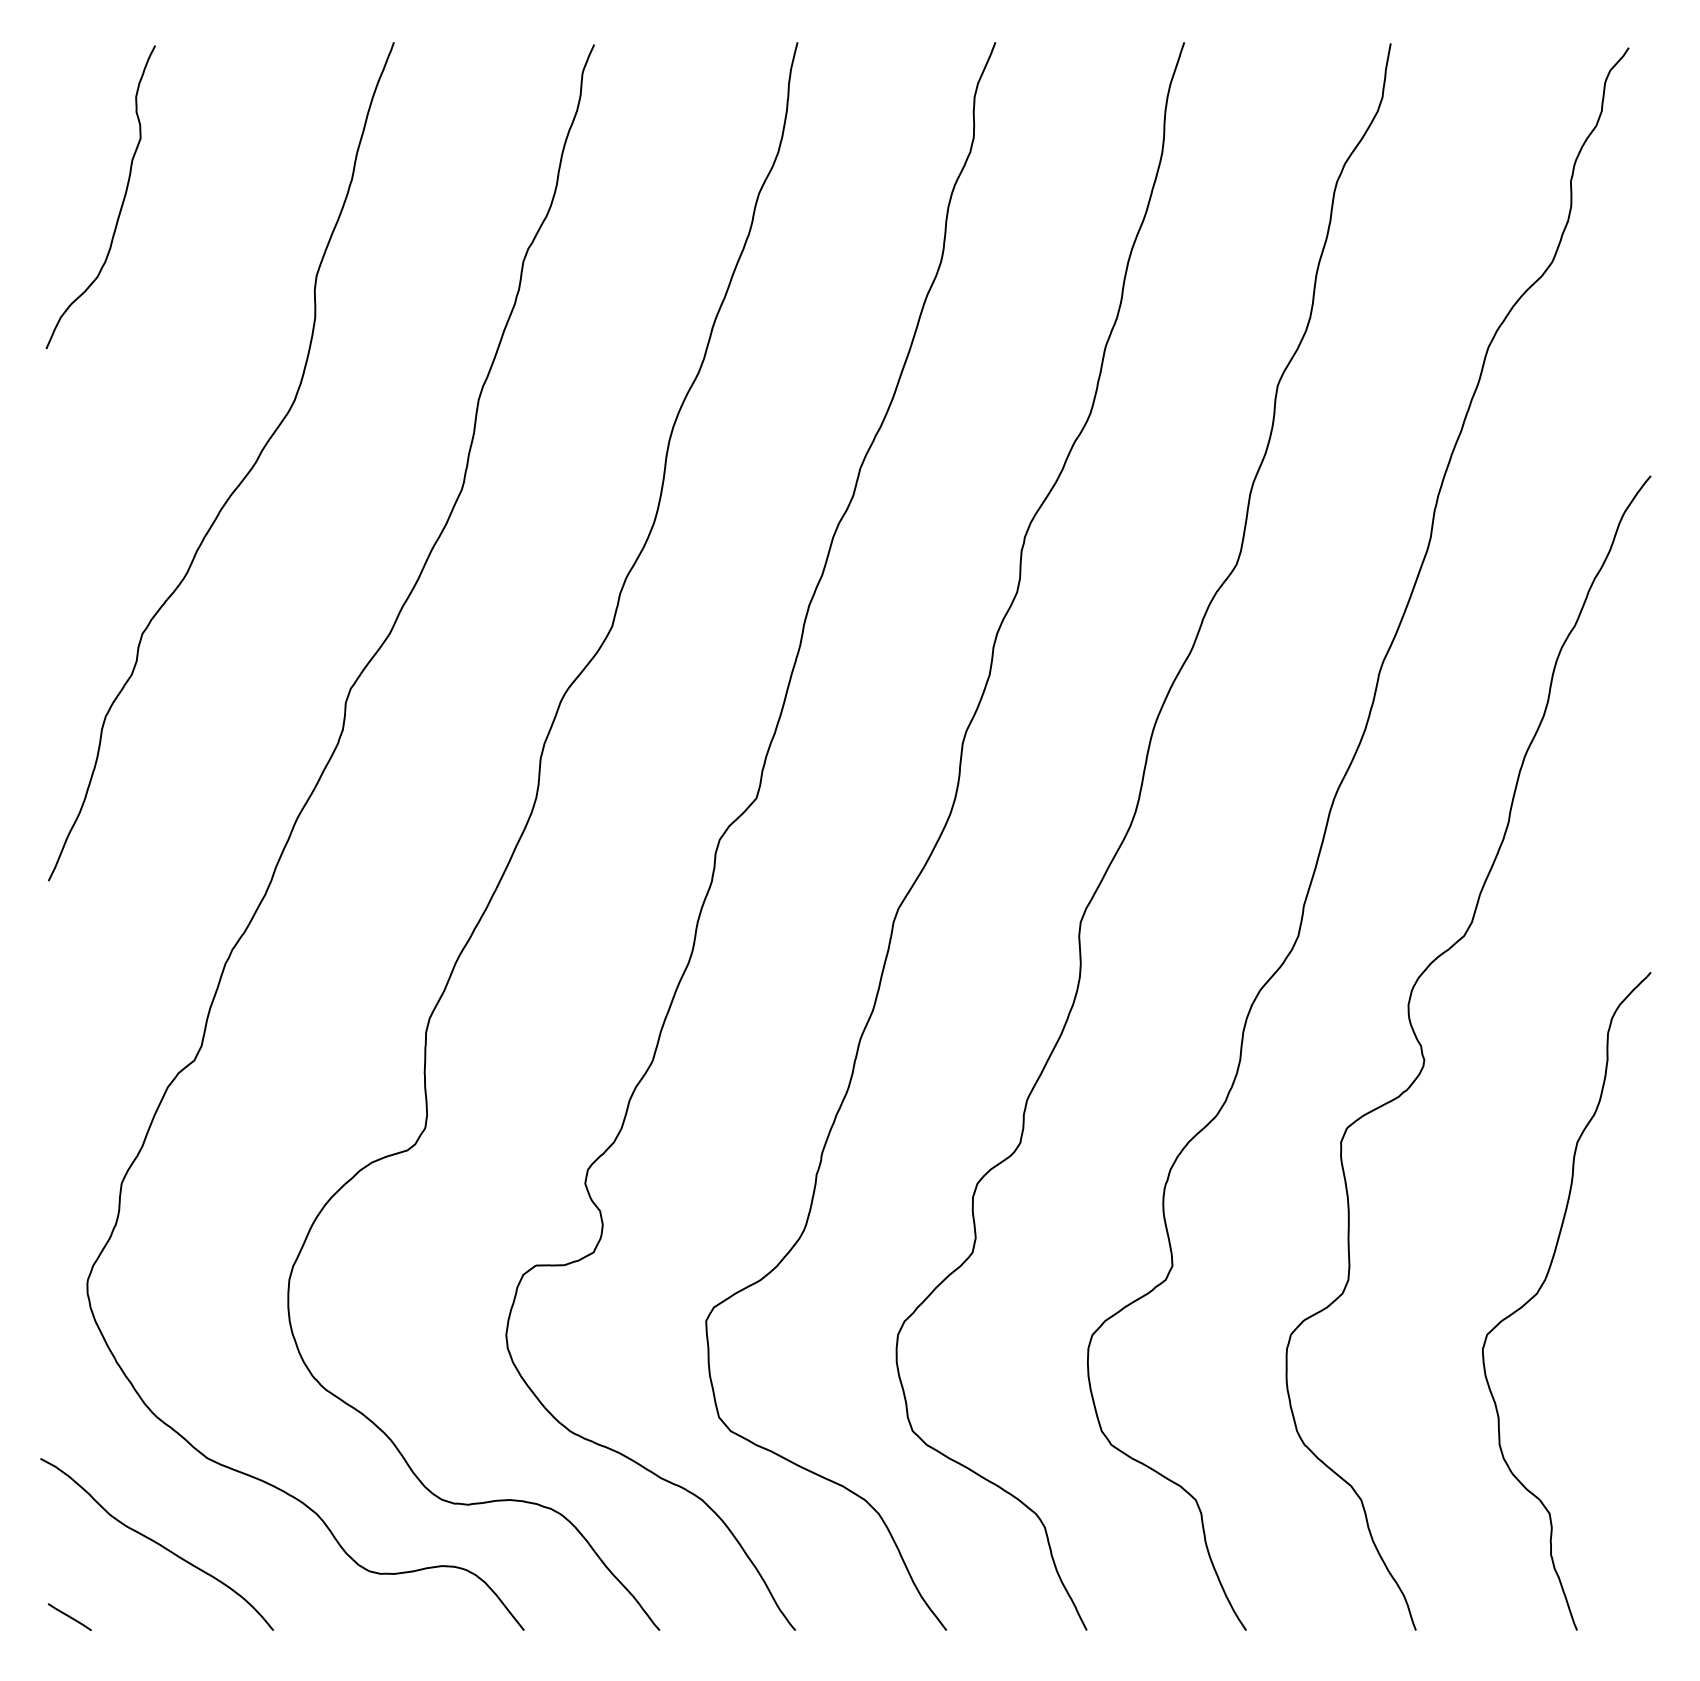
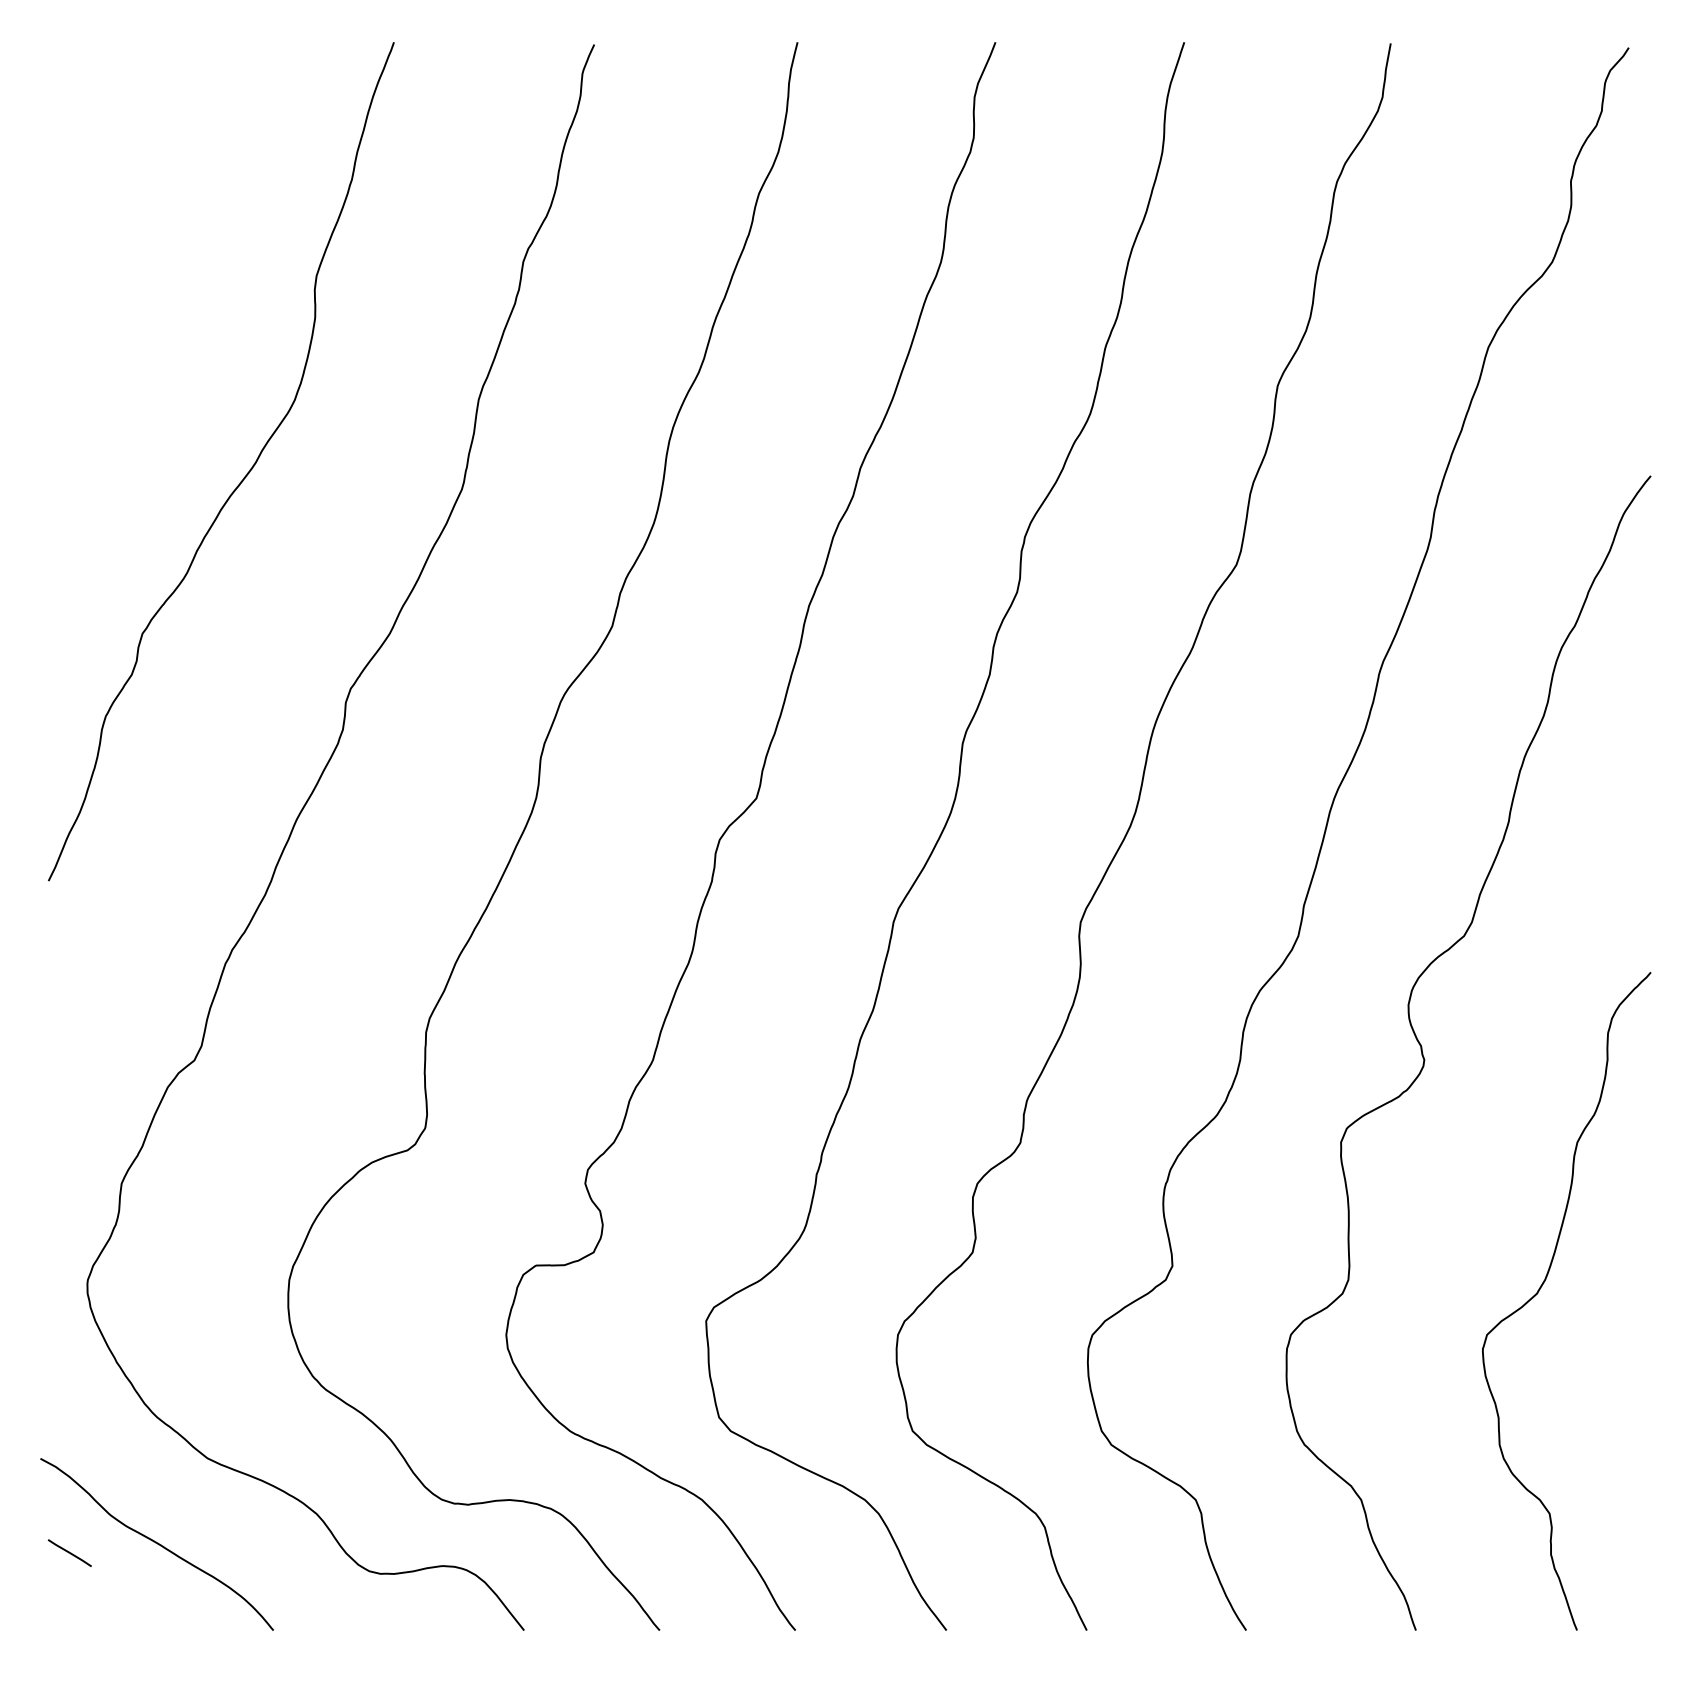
curve at (121, 203): present -> none
line at (69, 1616) position: (69, 1616) -> (69, 1552)
